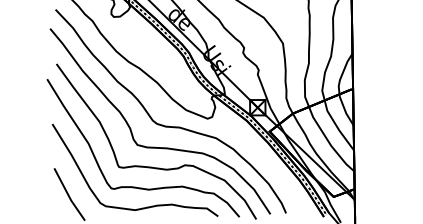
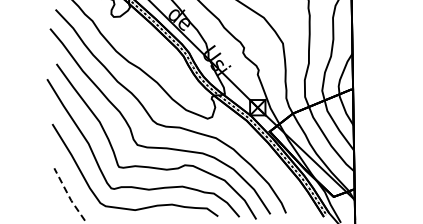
line at (68, 195): solid -> dashed
